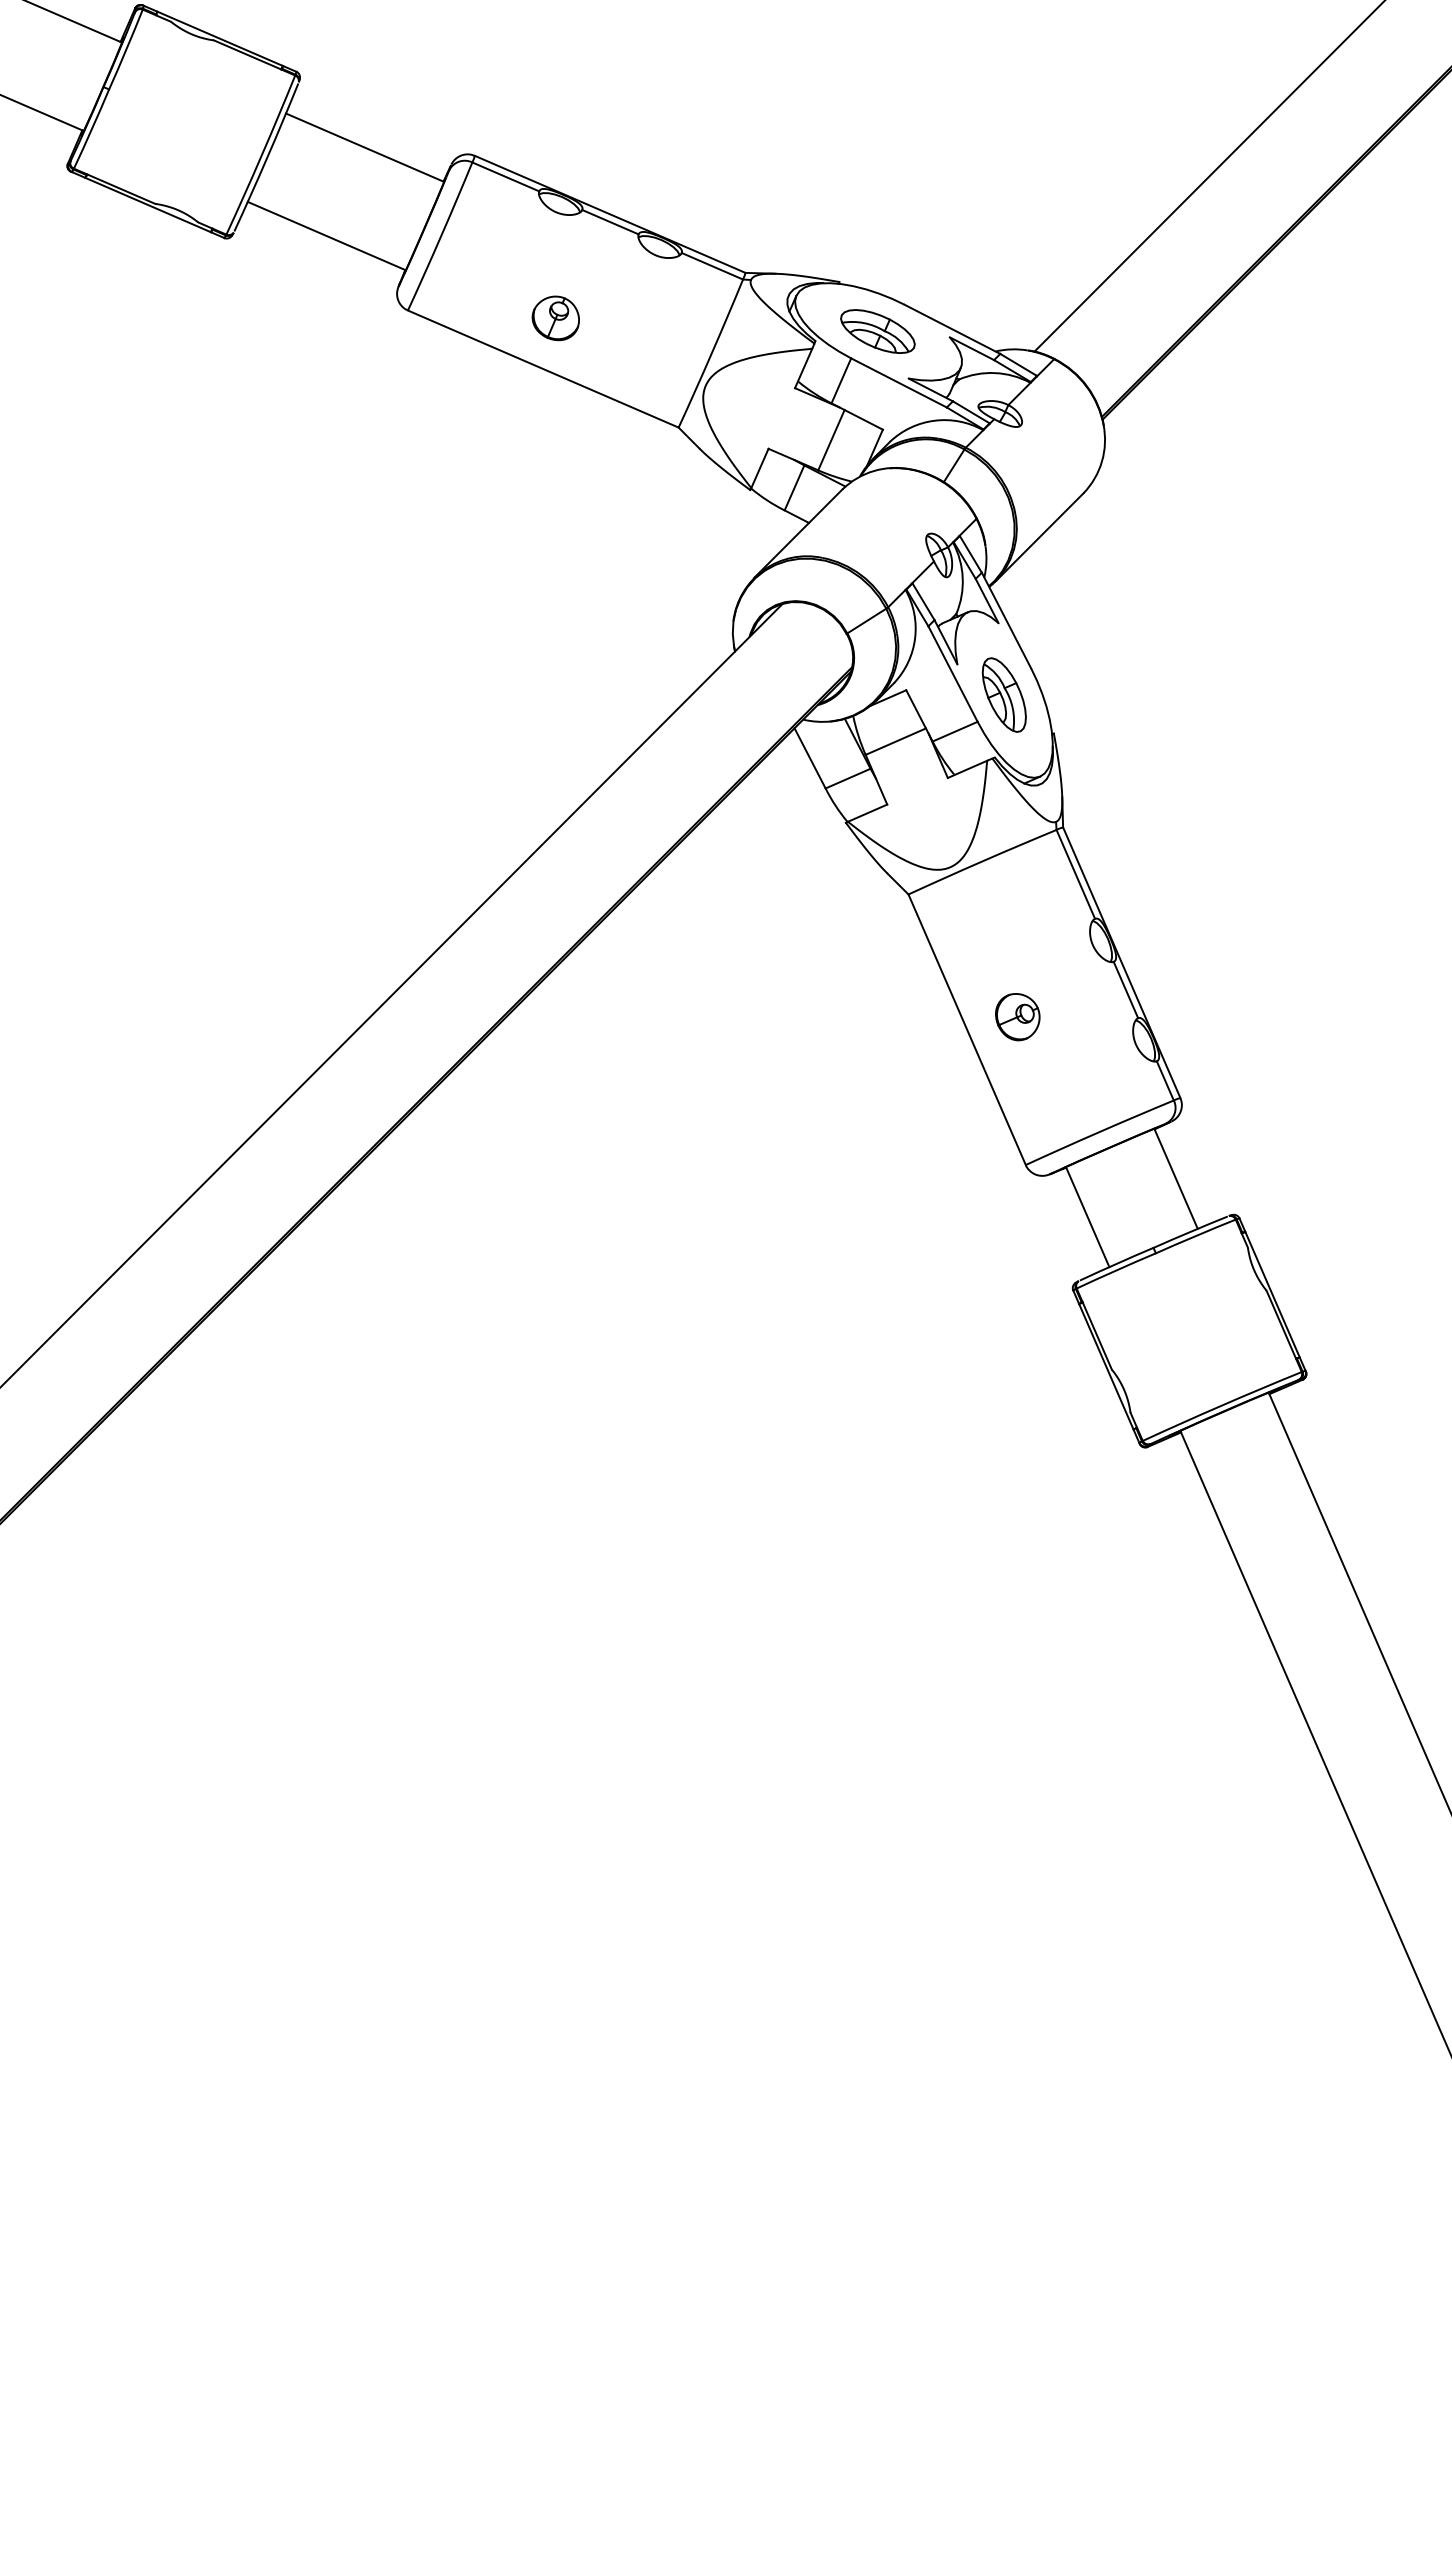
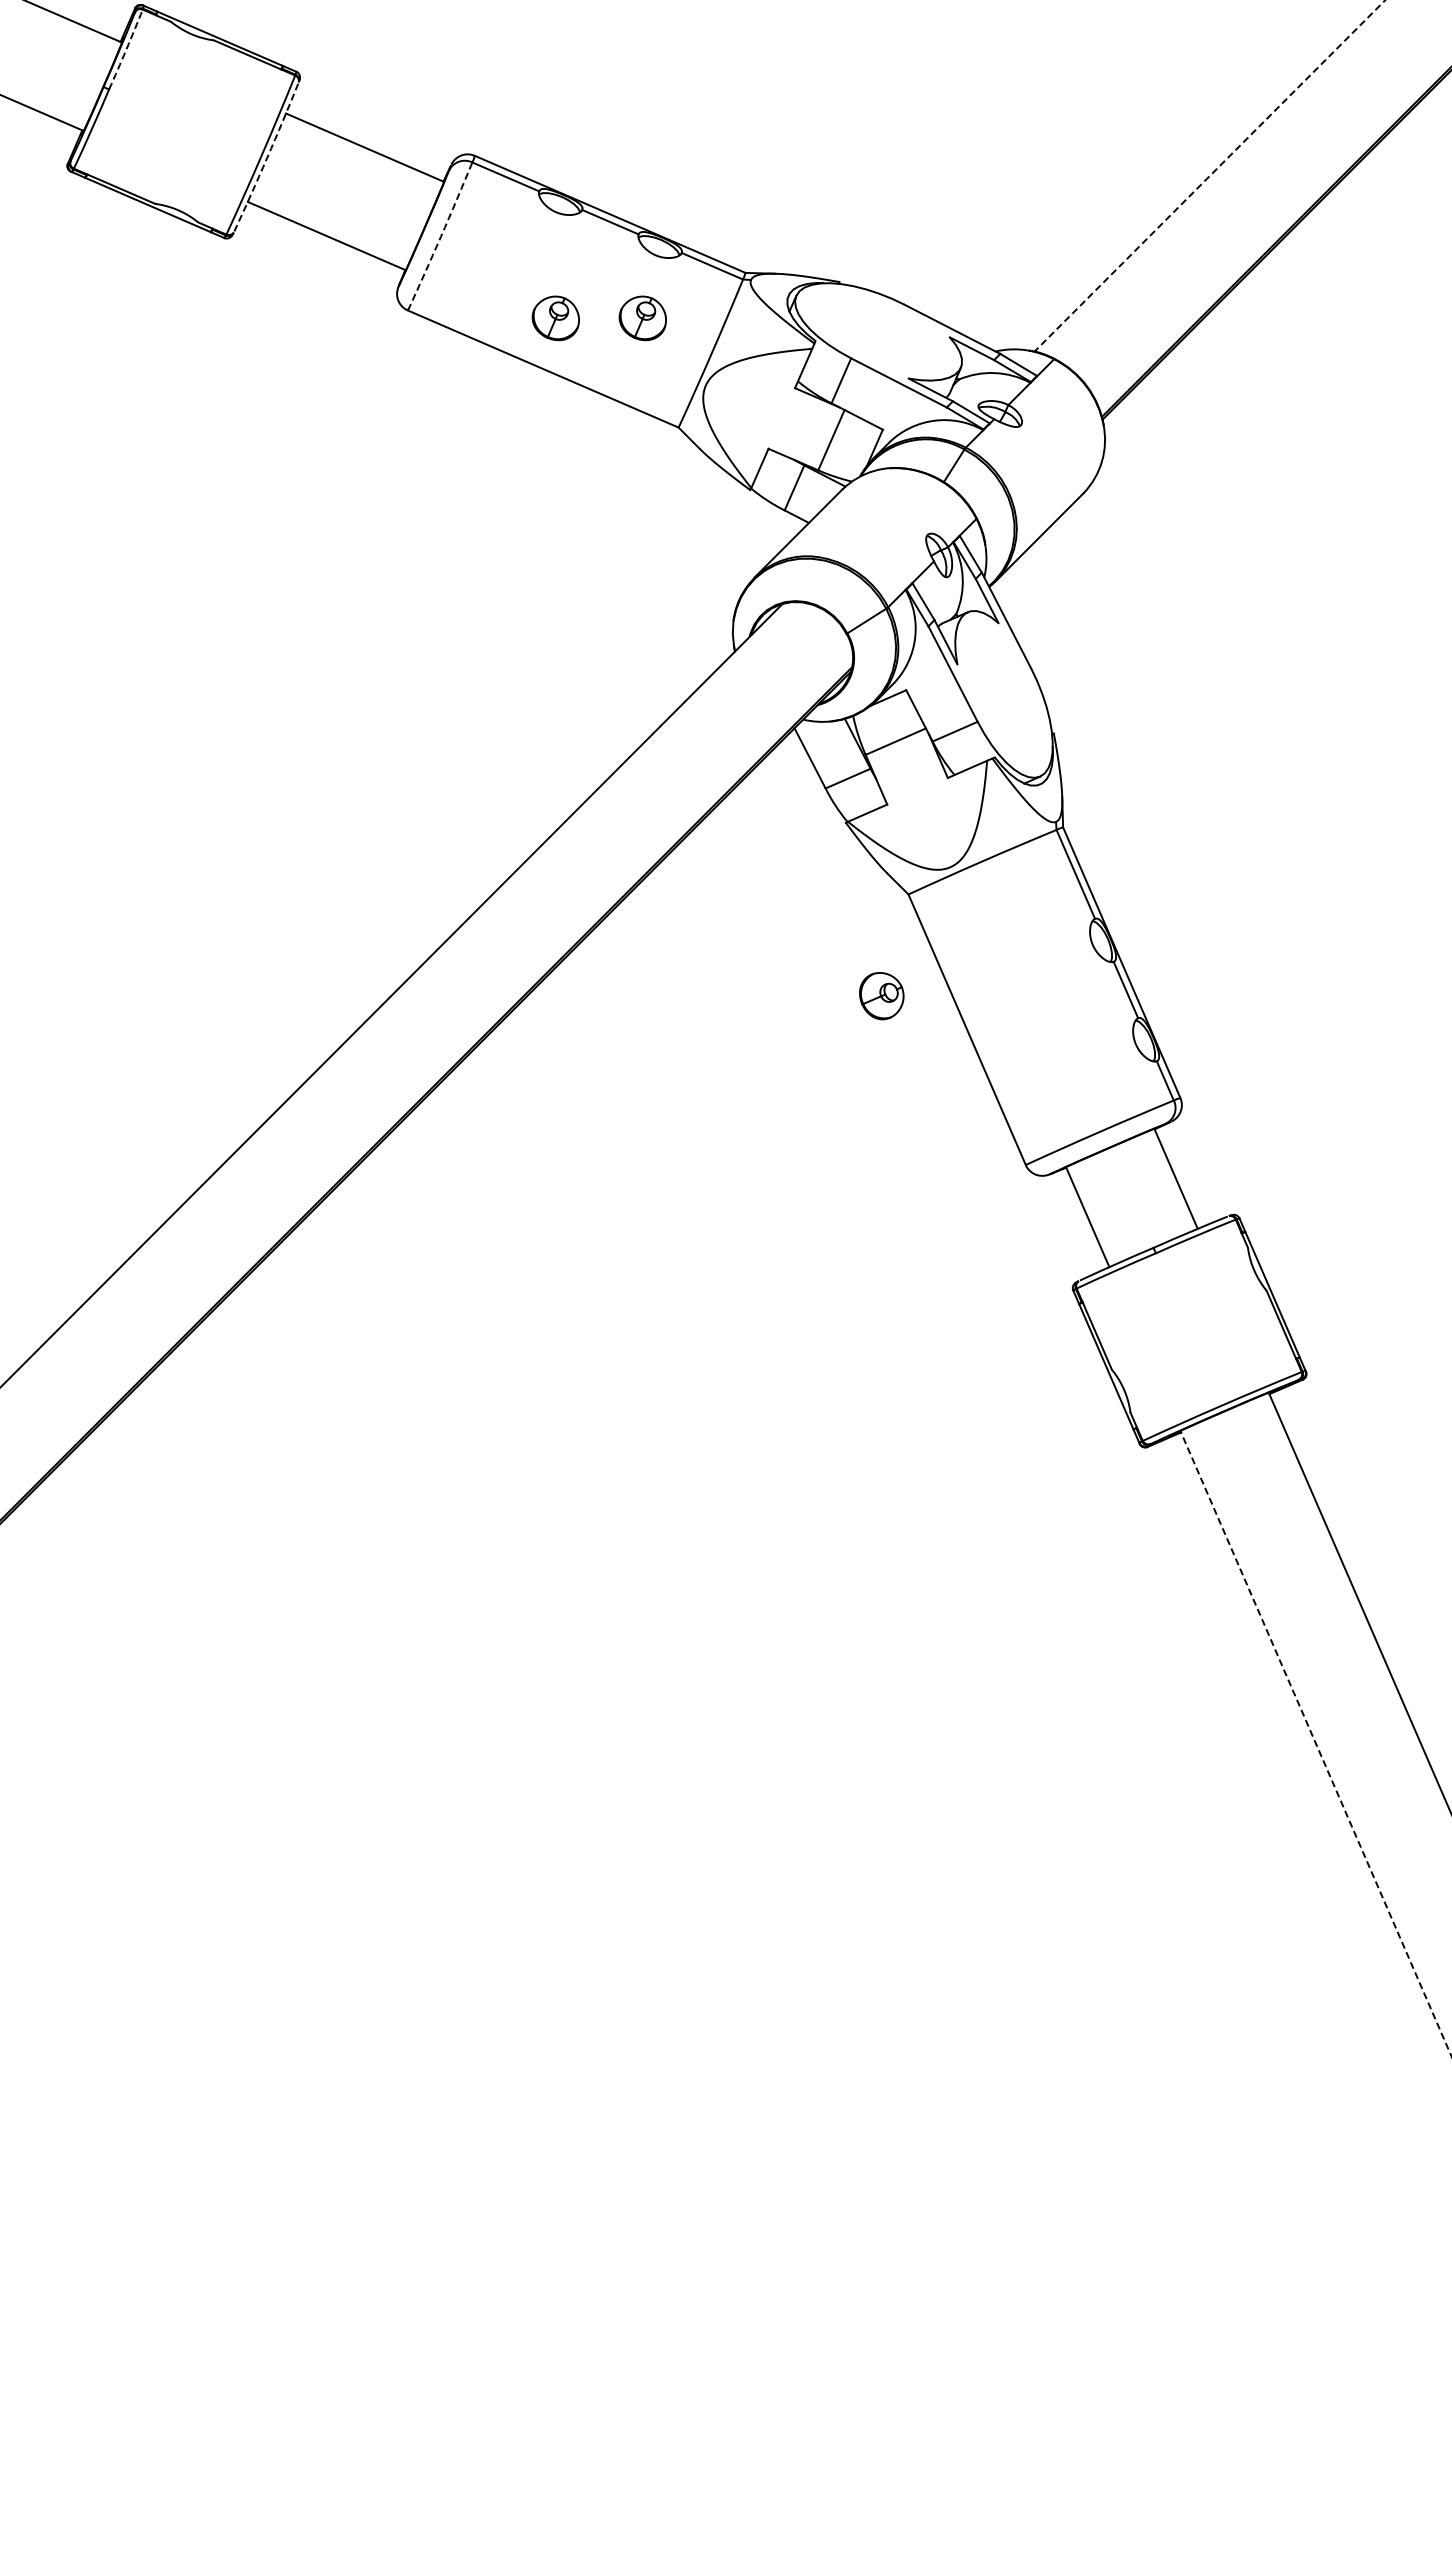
arc at (126, 49): solid -> dashed
arc at (267, 157): solid -> dashed
line at (1209, 176): solid -> dashed
arc at (440, 236): solid -> dashed
part at (642, 318): none -> present
part at (877, 331): present -> none
part at (1003, 694): present -> none
part at (1017, 1017) position: (1017, 1017) -> (881, 996)
line at (1315, 1743): solid -> dashed
